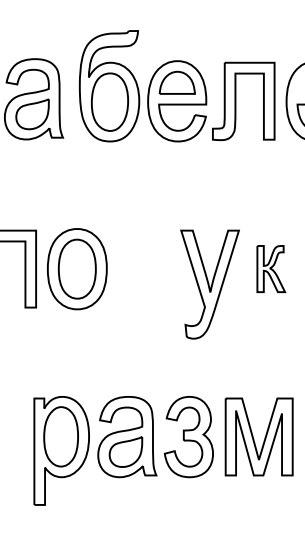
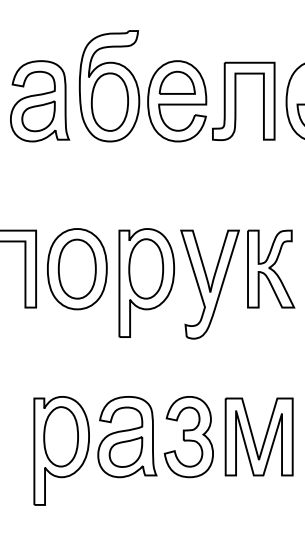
part at (34, 99) position: (34, 99) -> (40, 101)
part at (271, 268) size: 31x48 px -> 49x80 px
part at (146, 282): none -> present
